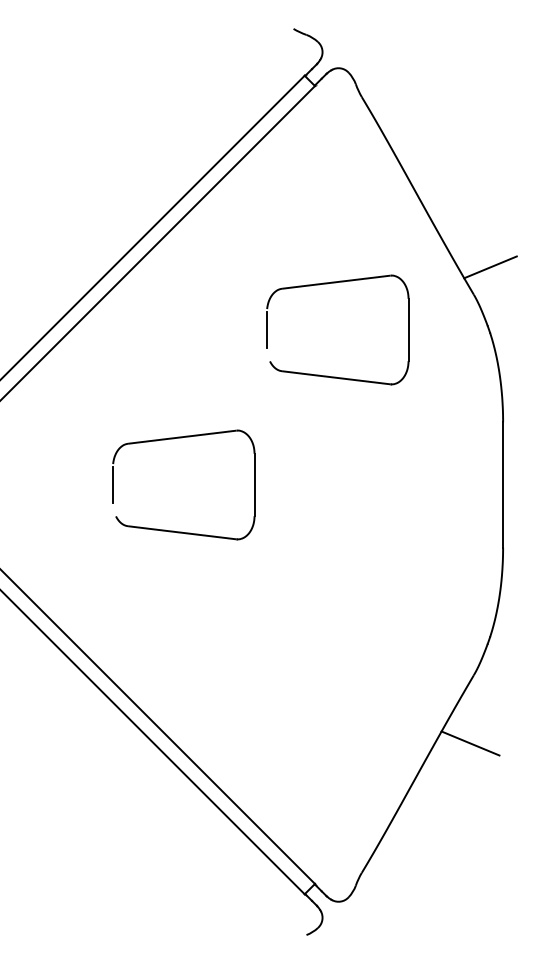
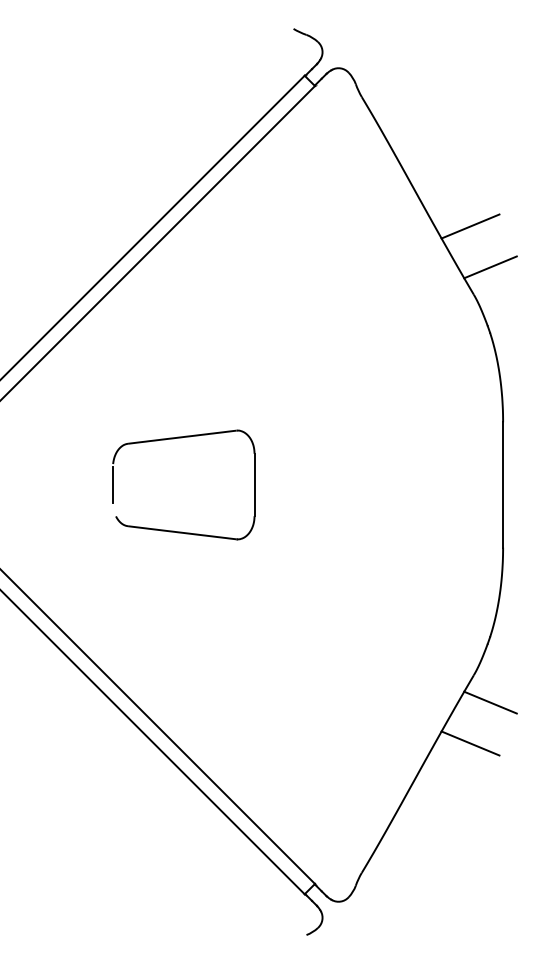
line at (470, 226): none -> present
part at (336, 283): present -> none
line at (490, 702): none -> present
